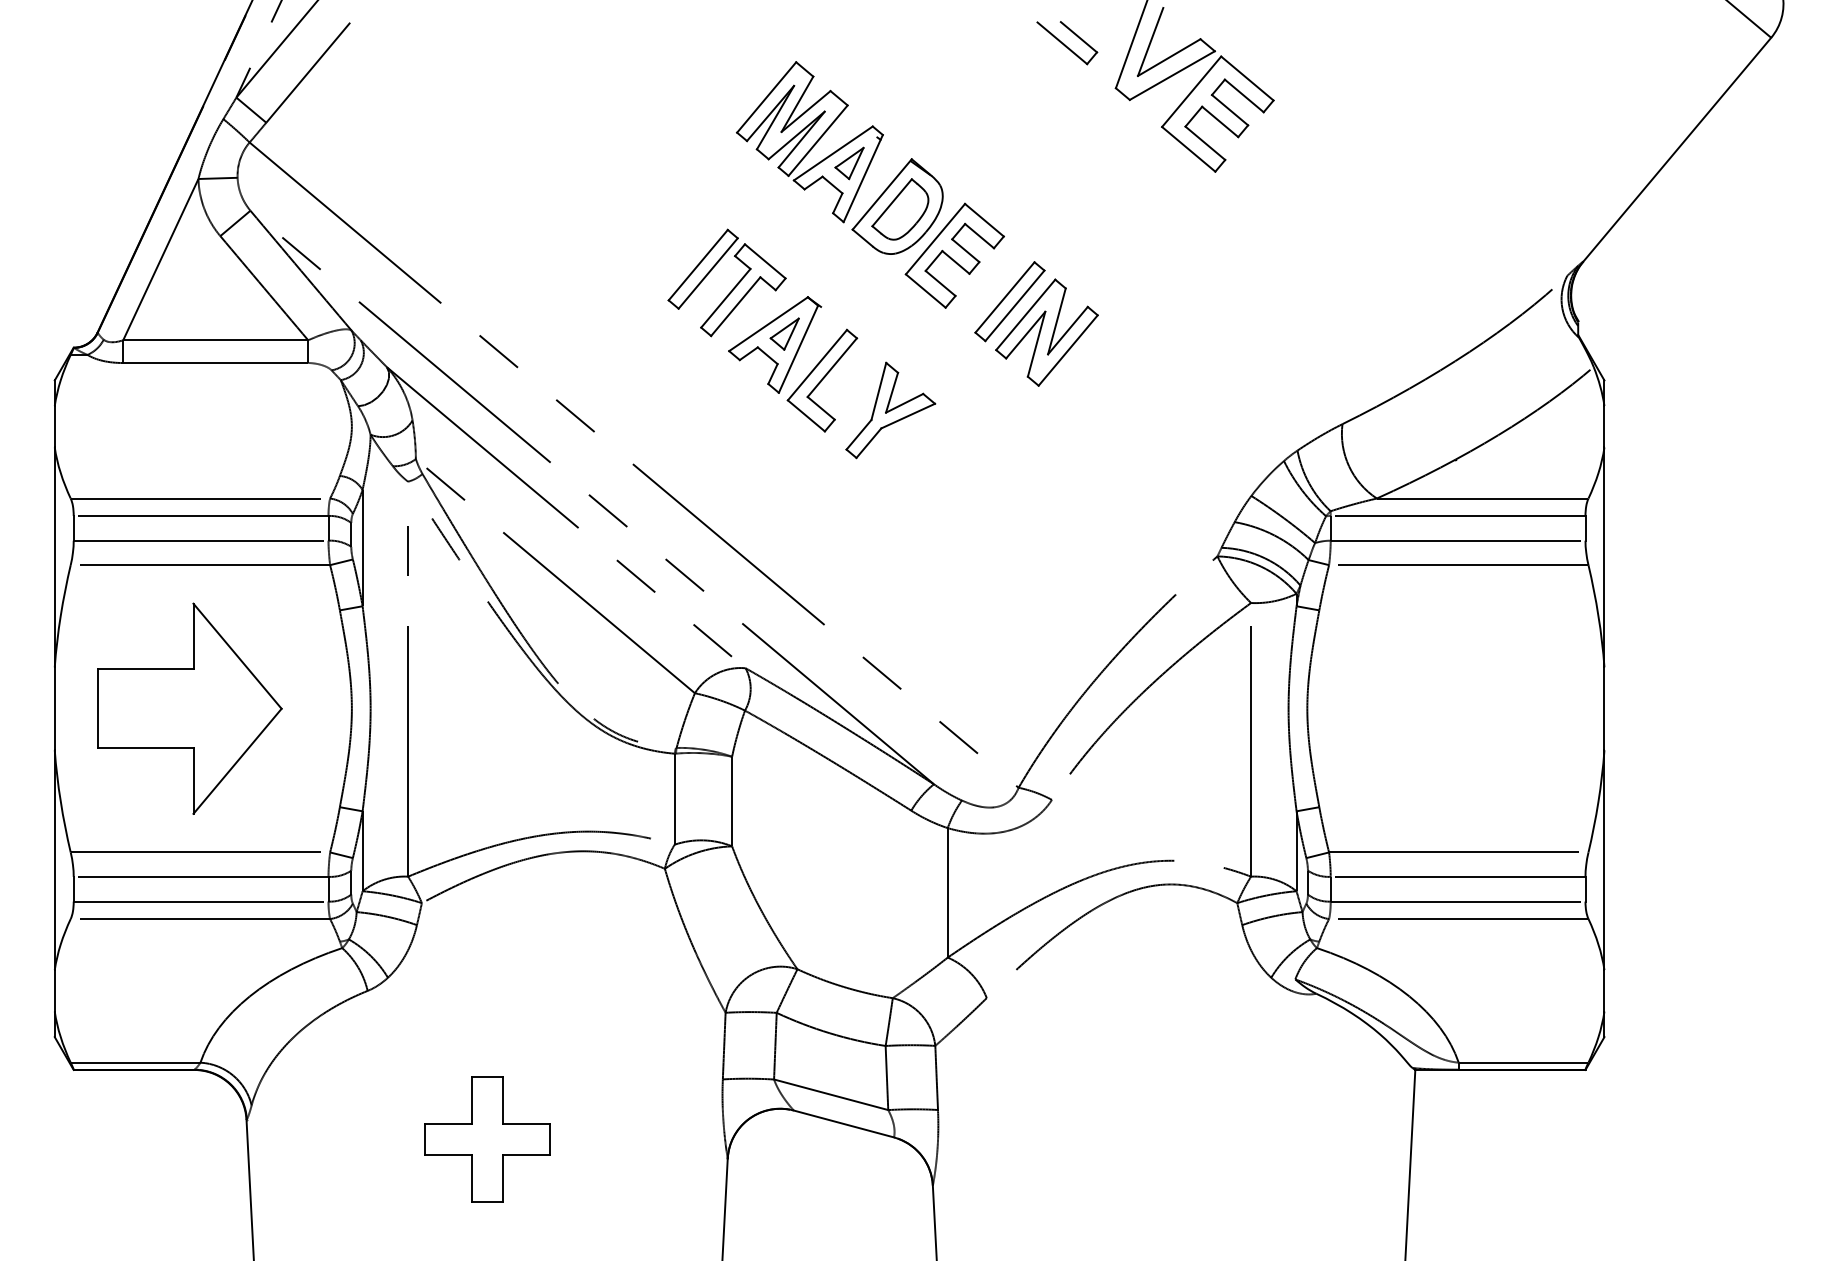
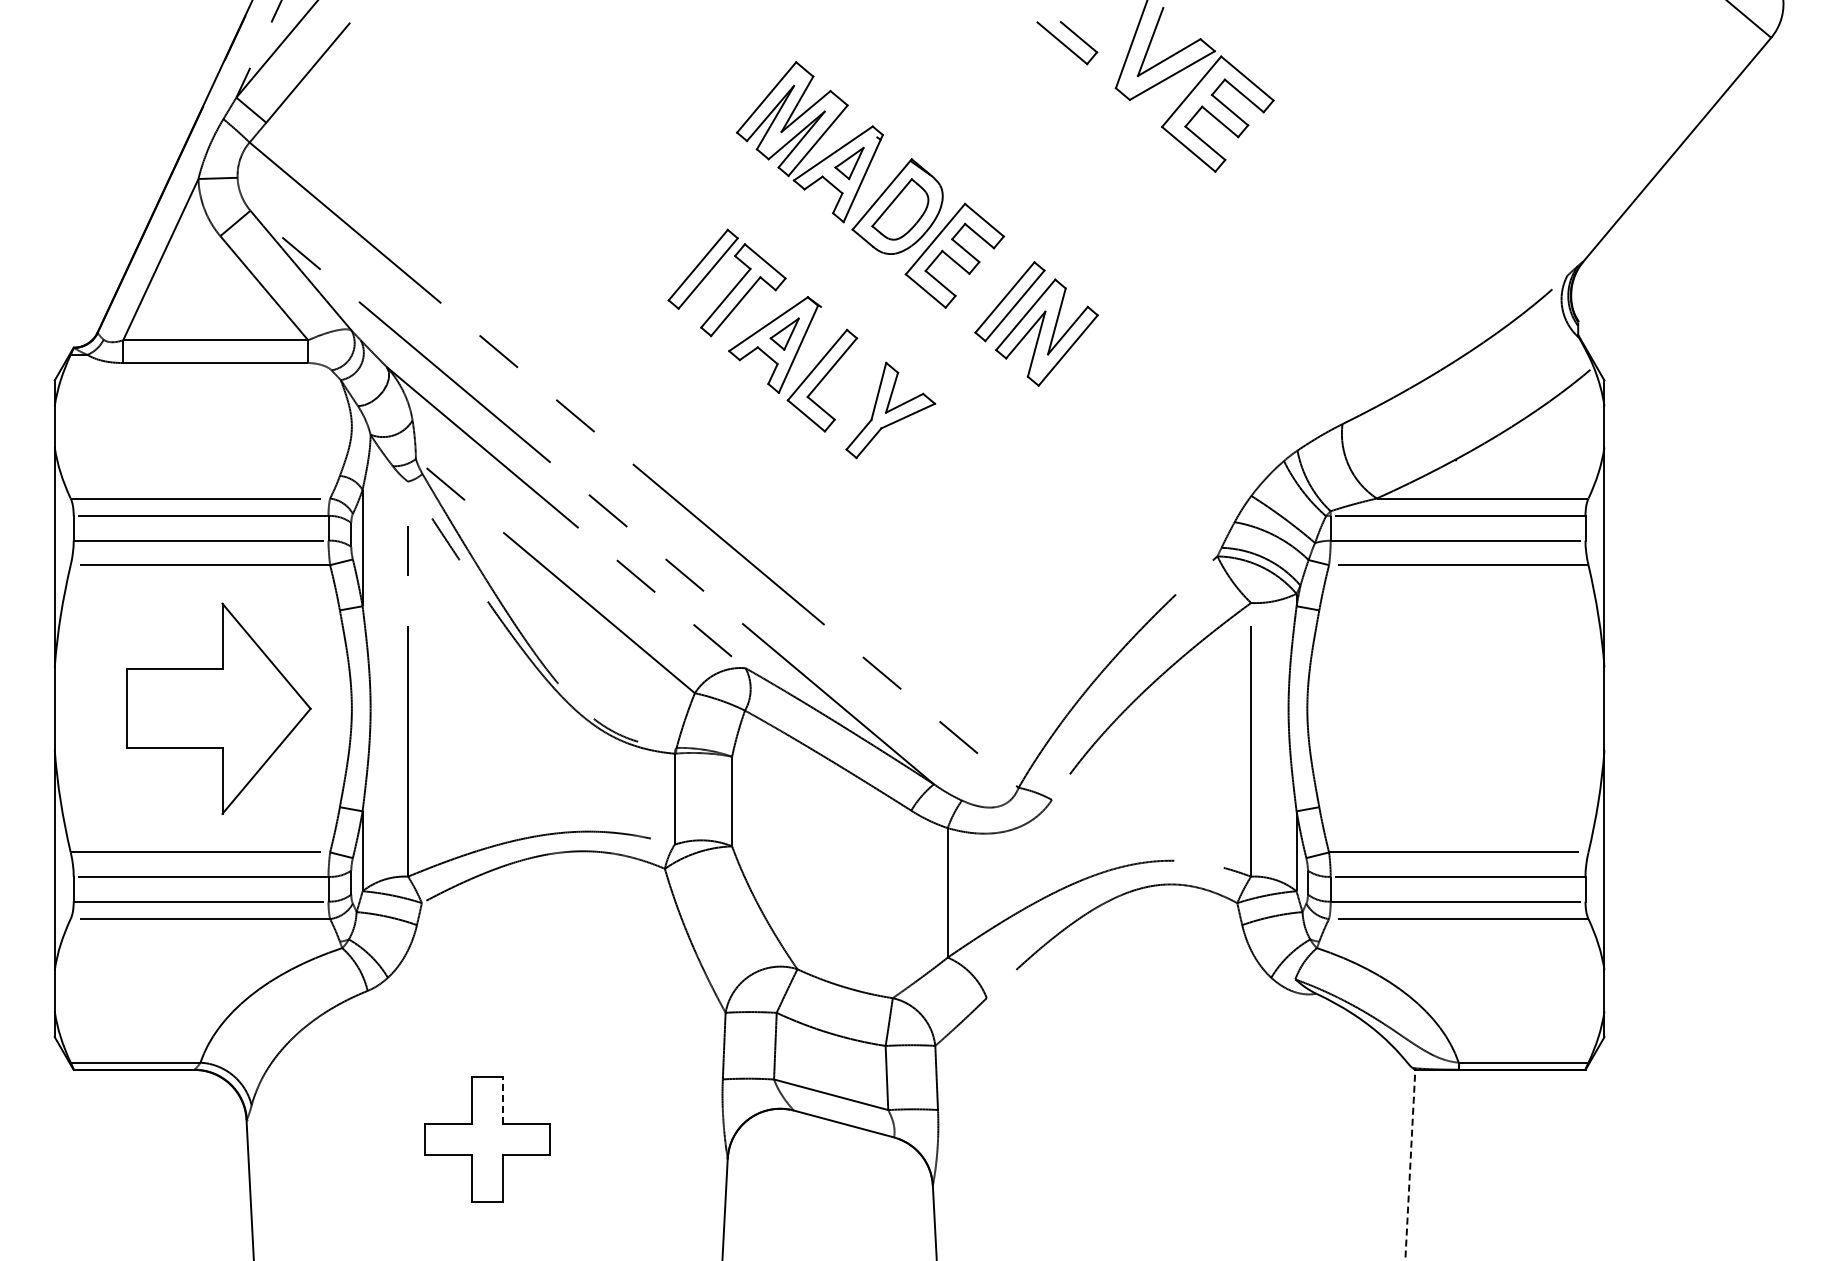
part at (189, 708) position: (189, 708) -> (218, 708)
line at (502, 1100): solid -> dashed
line at (1410, 1164): solid -> dashed
